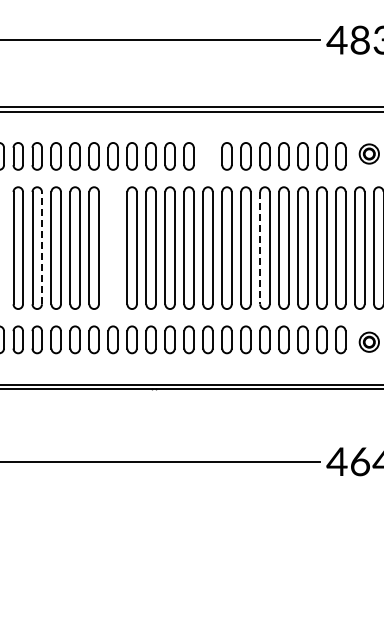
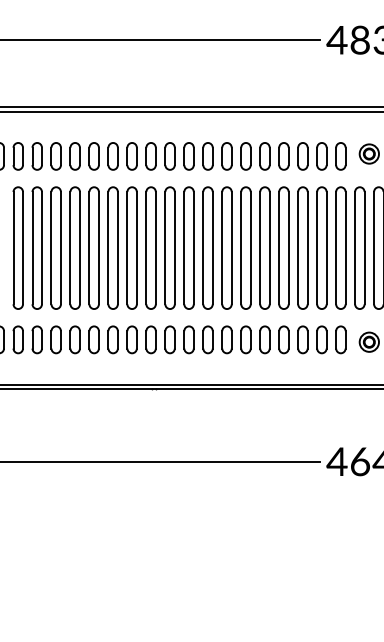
part at (207, 156): none -> present
line at (41, 247): dashed -> solid
part at (112, 247): none -> present
line at (260, 248): dashed -> solid
